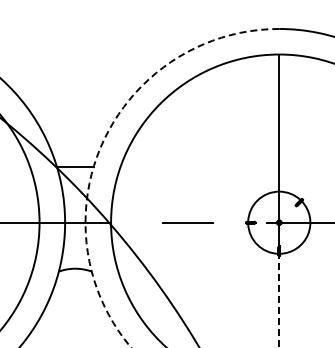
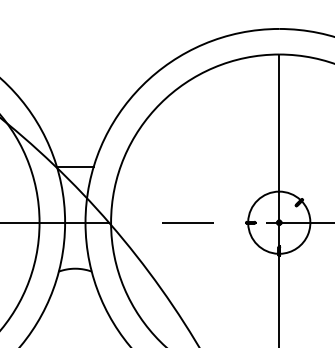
arc at (104, 139): dashed -> solid
line at (279, 301): dashed -> solid
